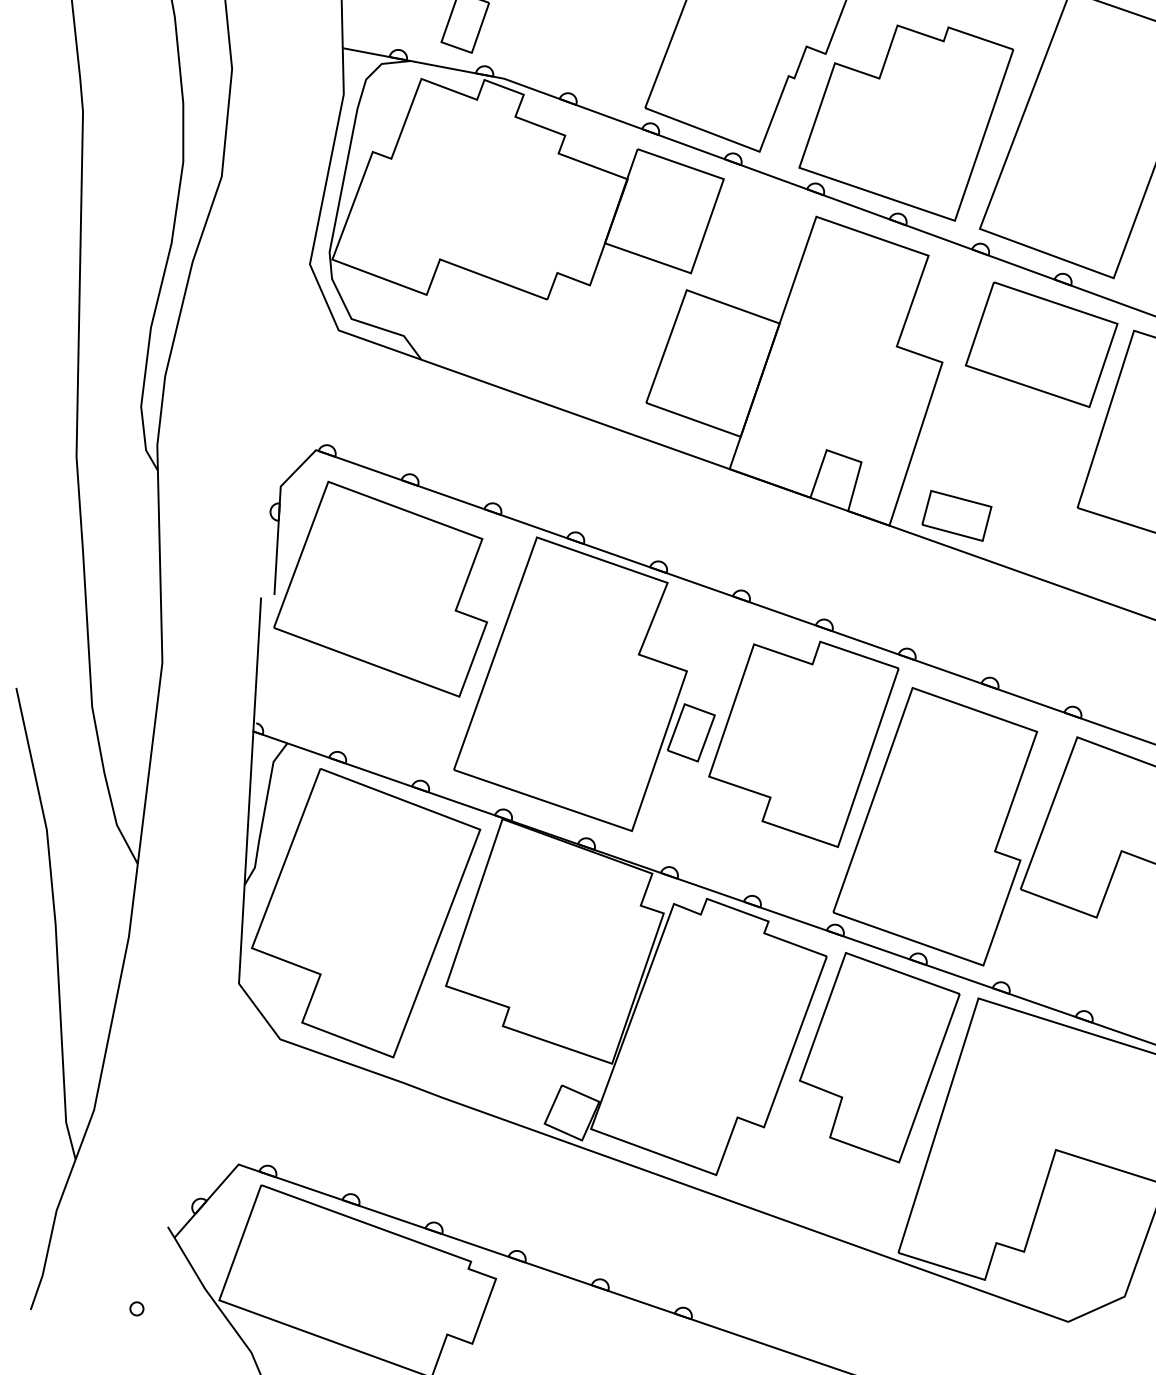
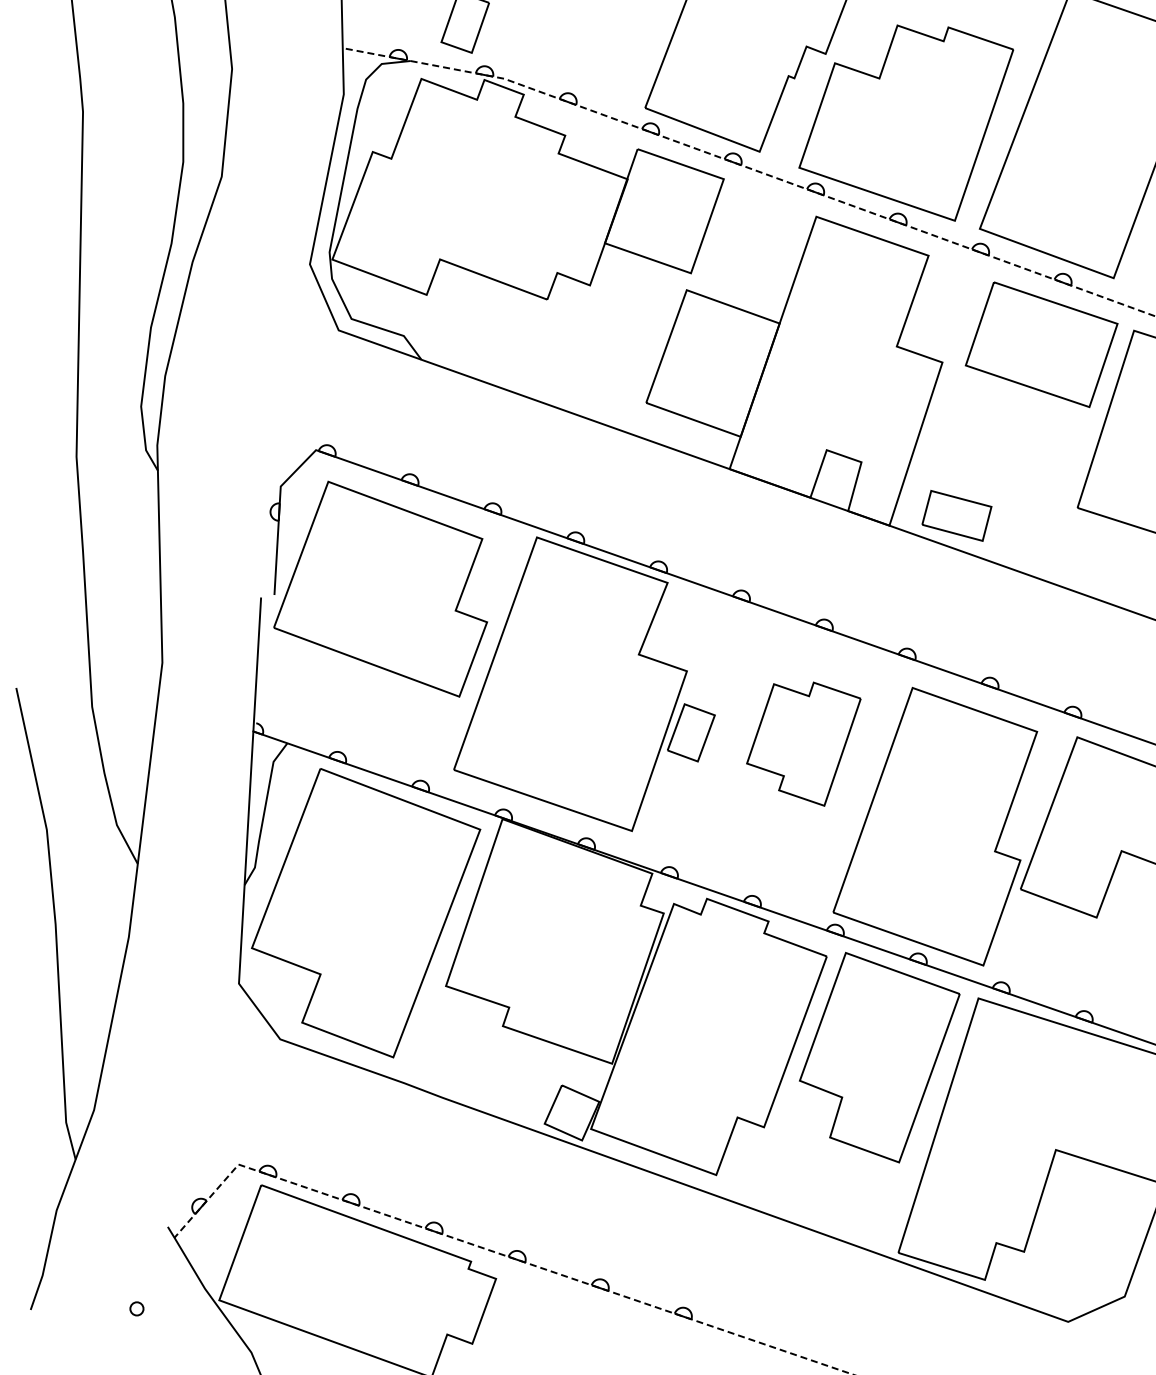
line at (751, 168): solid -> dashed
part at (803, 743) size: 192x208 px -> 116x126 px
line at (498, 1253): solid -> dashed
